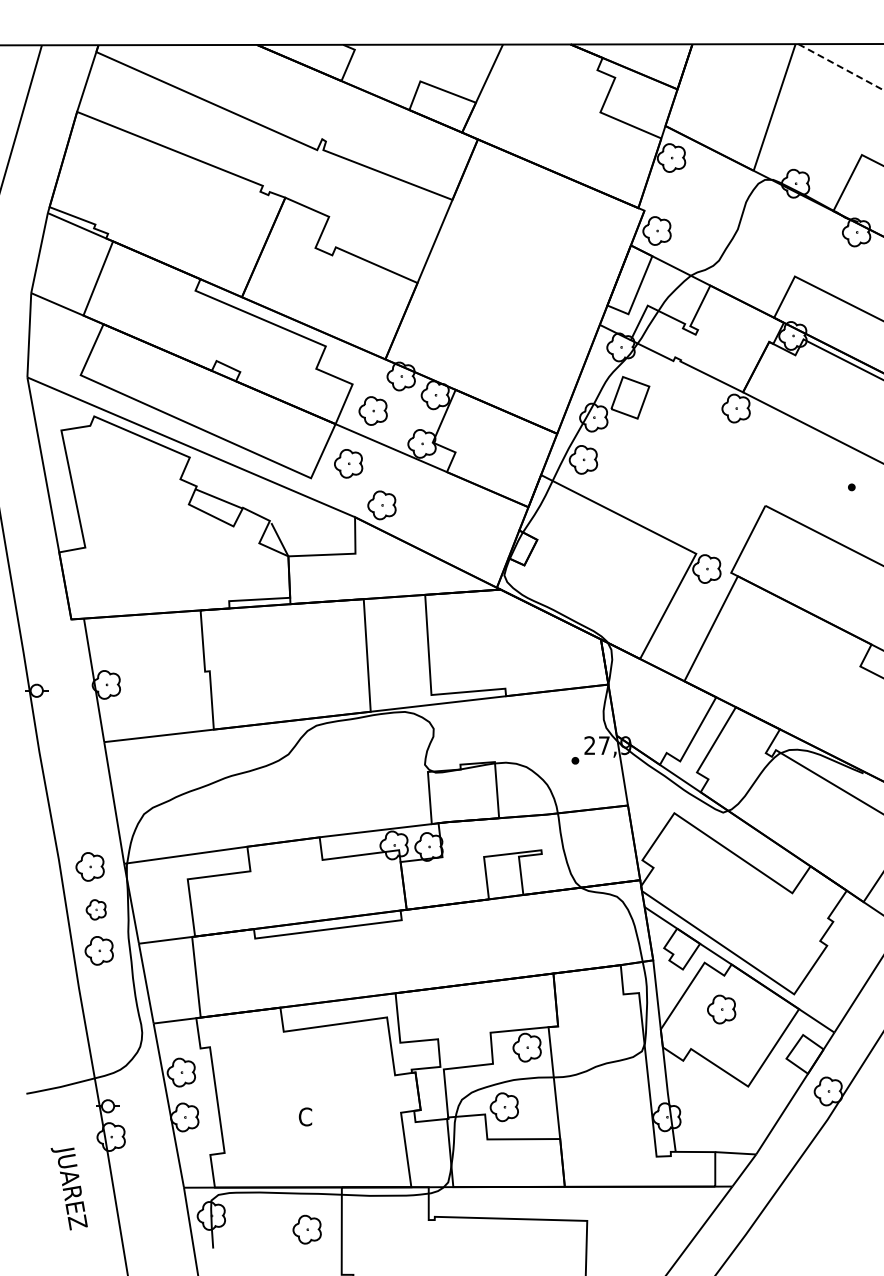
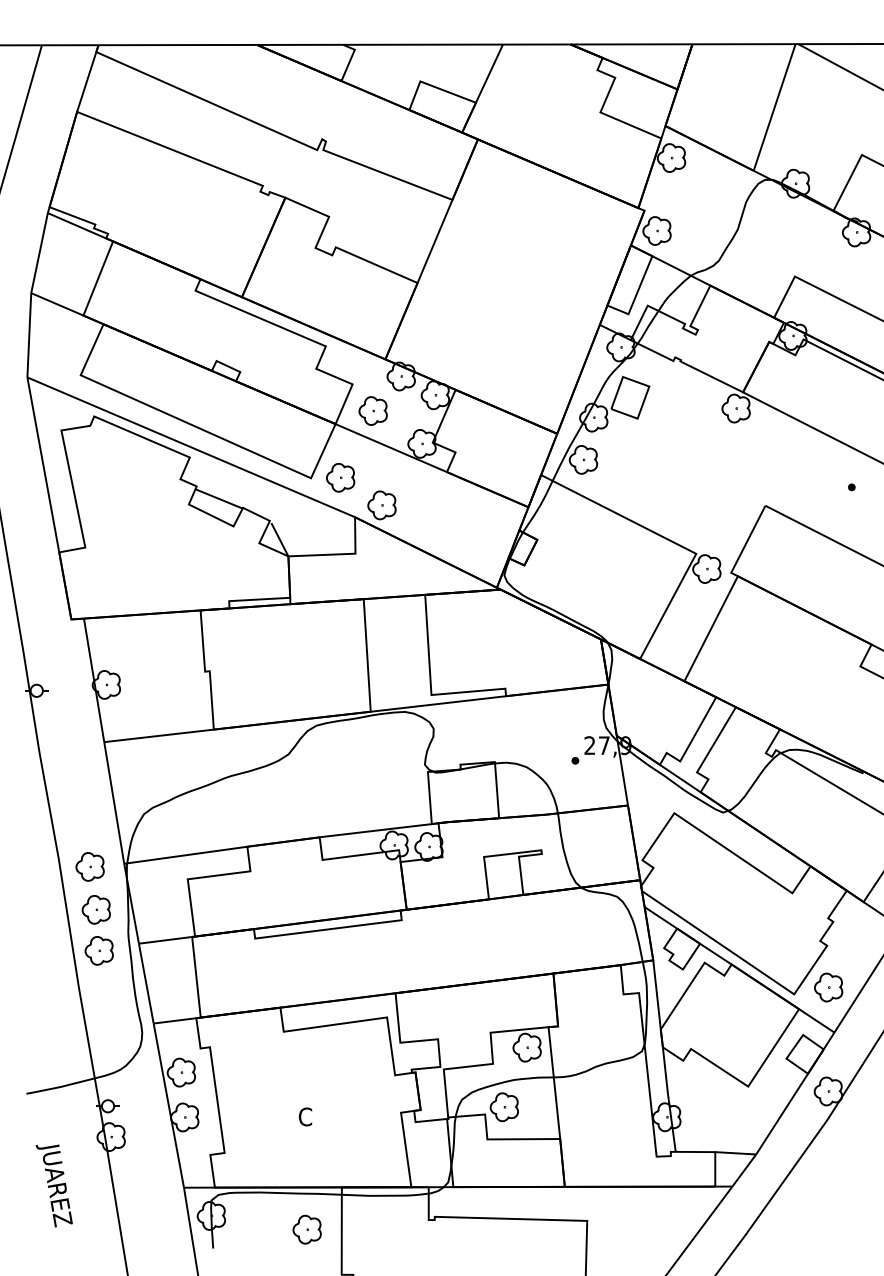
line at (841, 67): dashed -> solid
part at (348, 463) position: (348, 463) -> (340, 477)
part at (95, 909) size: 22x22 px -> 30x30 px
part at (721, 1009) position: (721, 1009) -> (828, 987)
text at (68, 1188) position: (68, 1188) -> (53, 1185)
